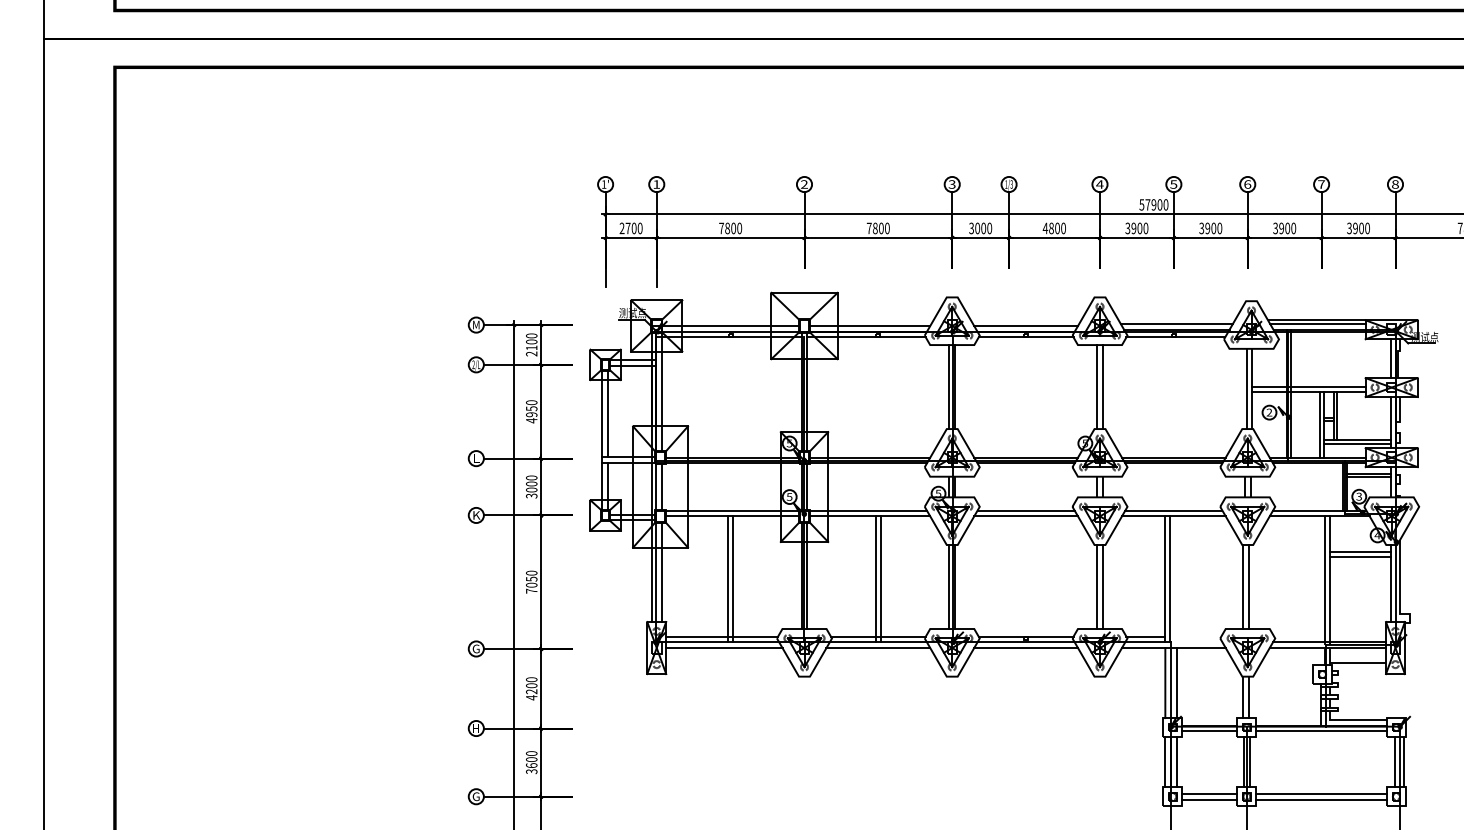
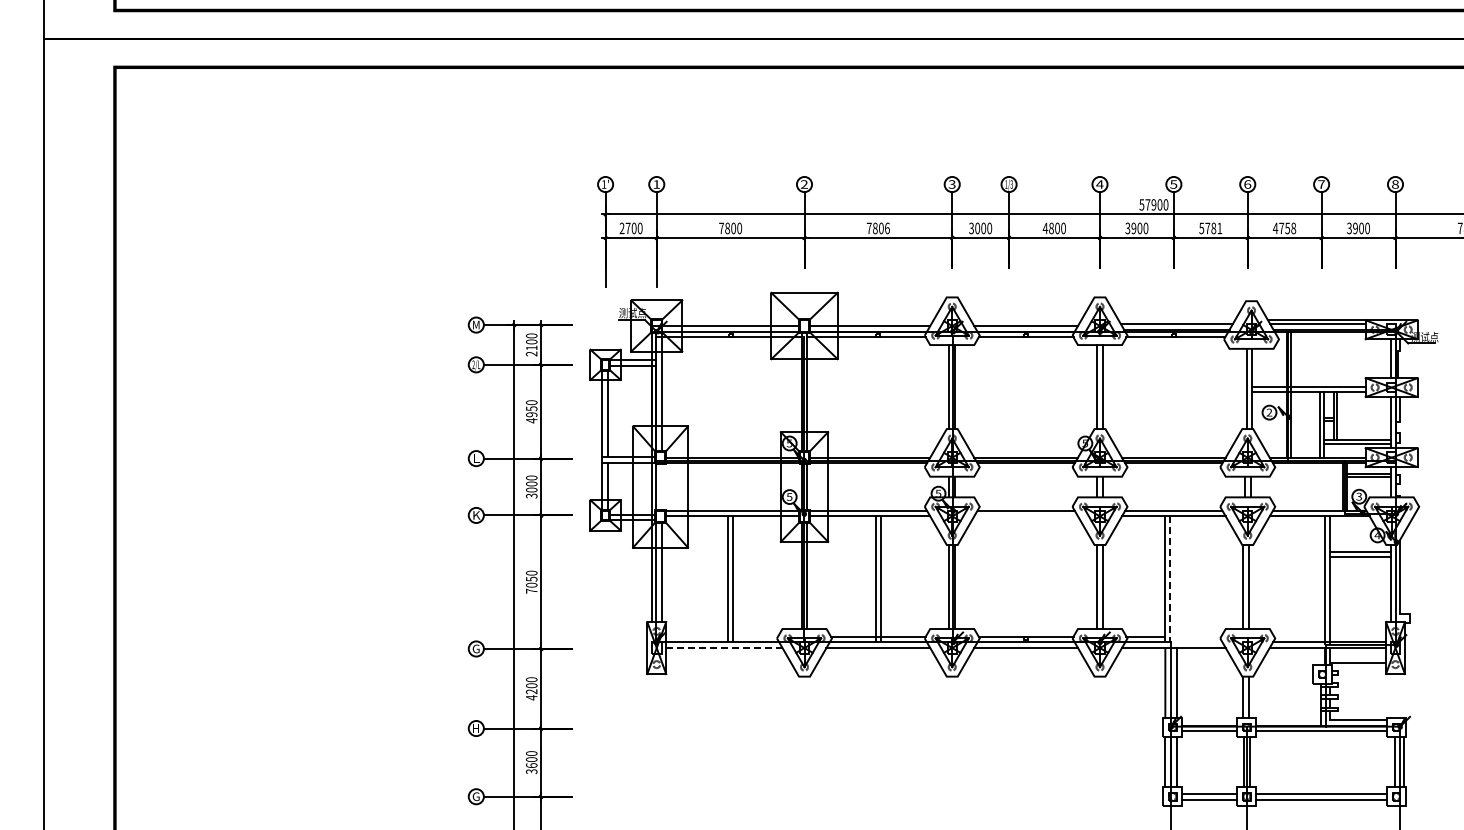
text at (887, 227): 7800 -> 7806
text at (1210, 228): 3900 -> 5781
text at (1284, 228): 3900 -> 4758
line at (661, 486): present -> none
line at (1026, 516): present -> none
line at (1170, 579): solid -> dashed
line at (722, 636): present -> none
line at (724, 648): solid -> dashed
